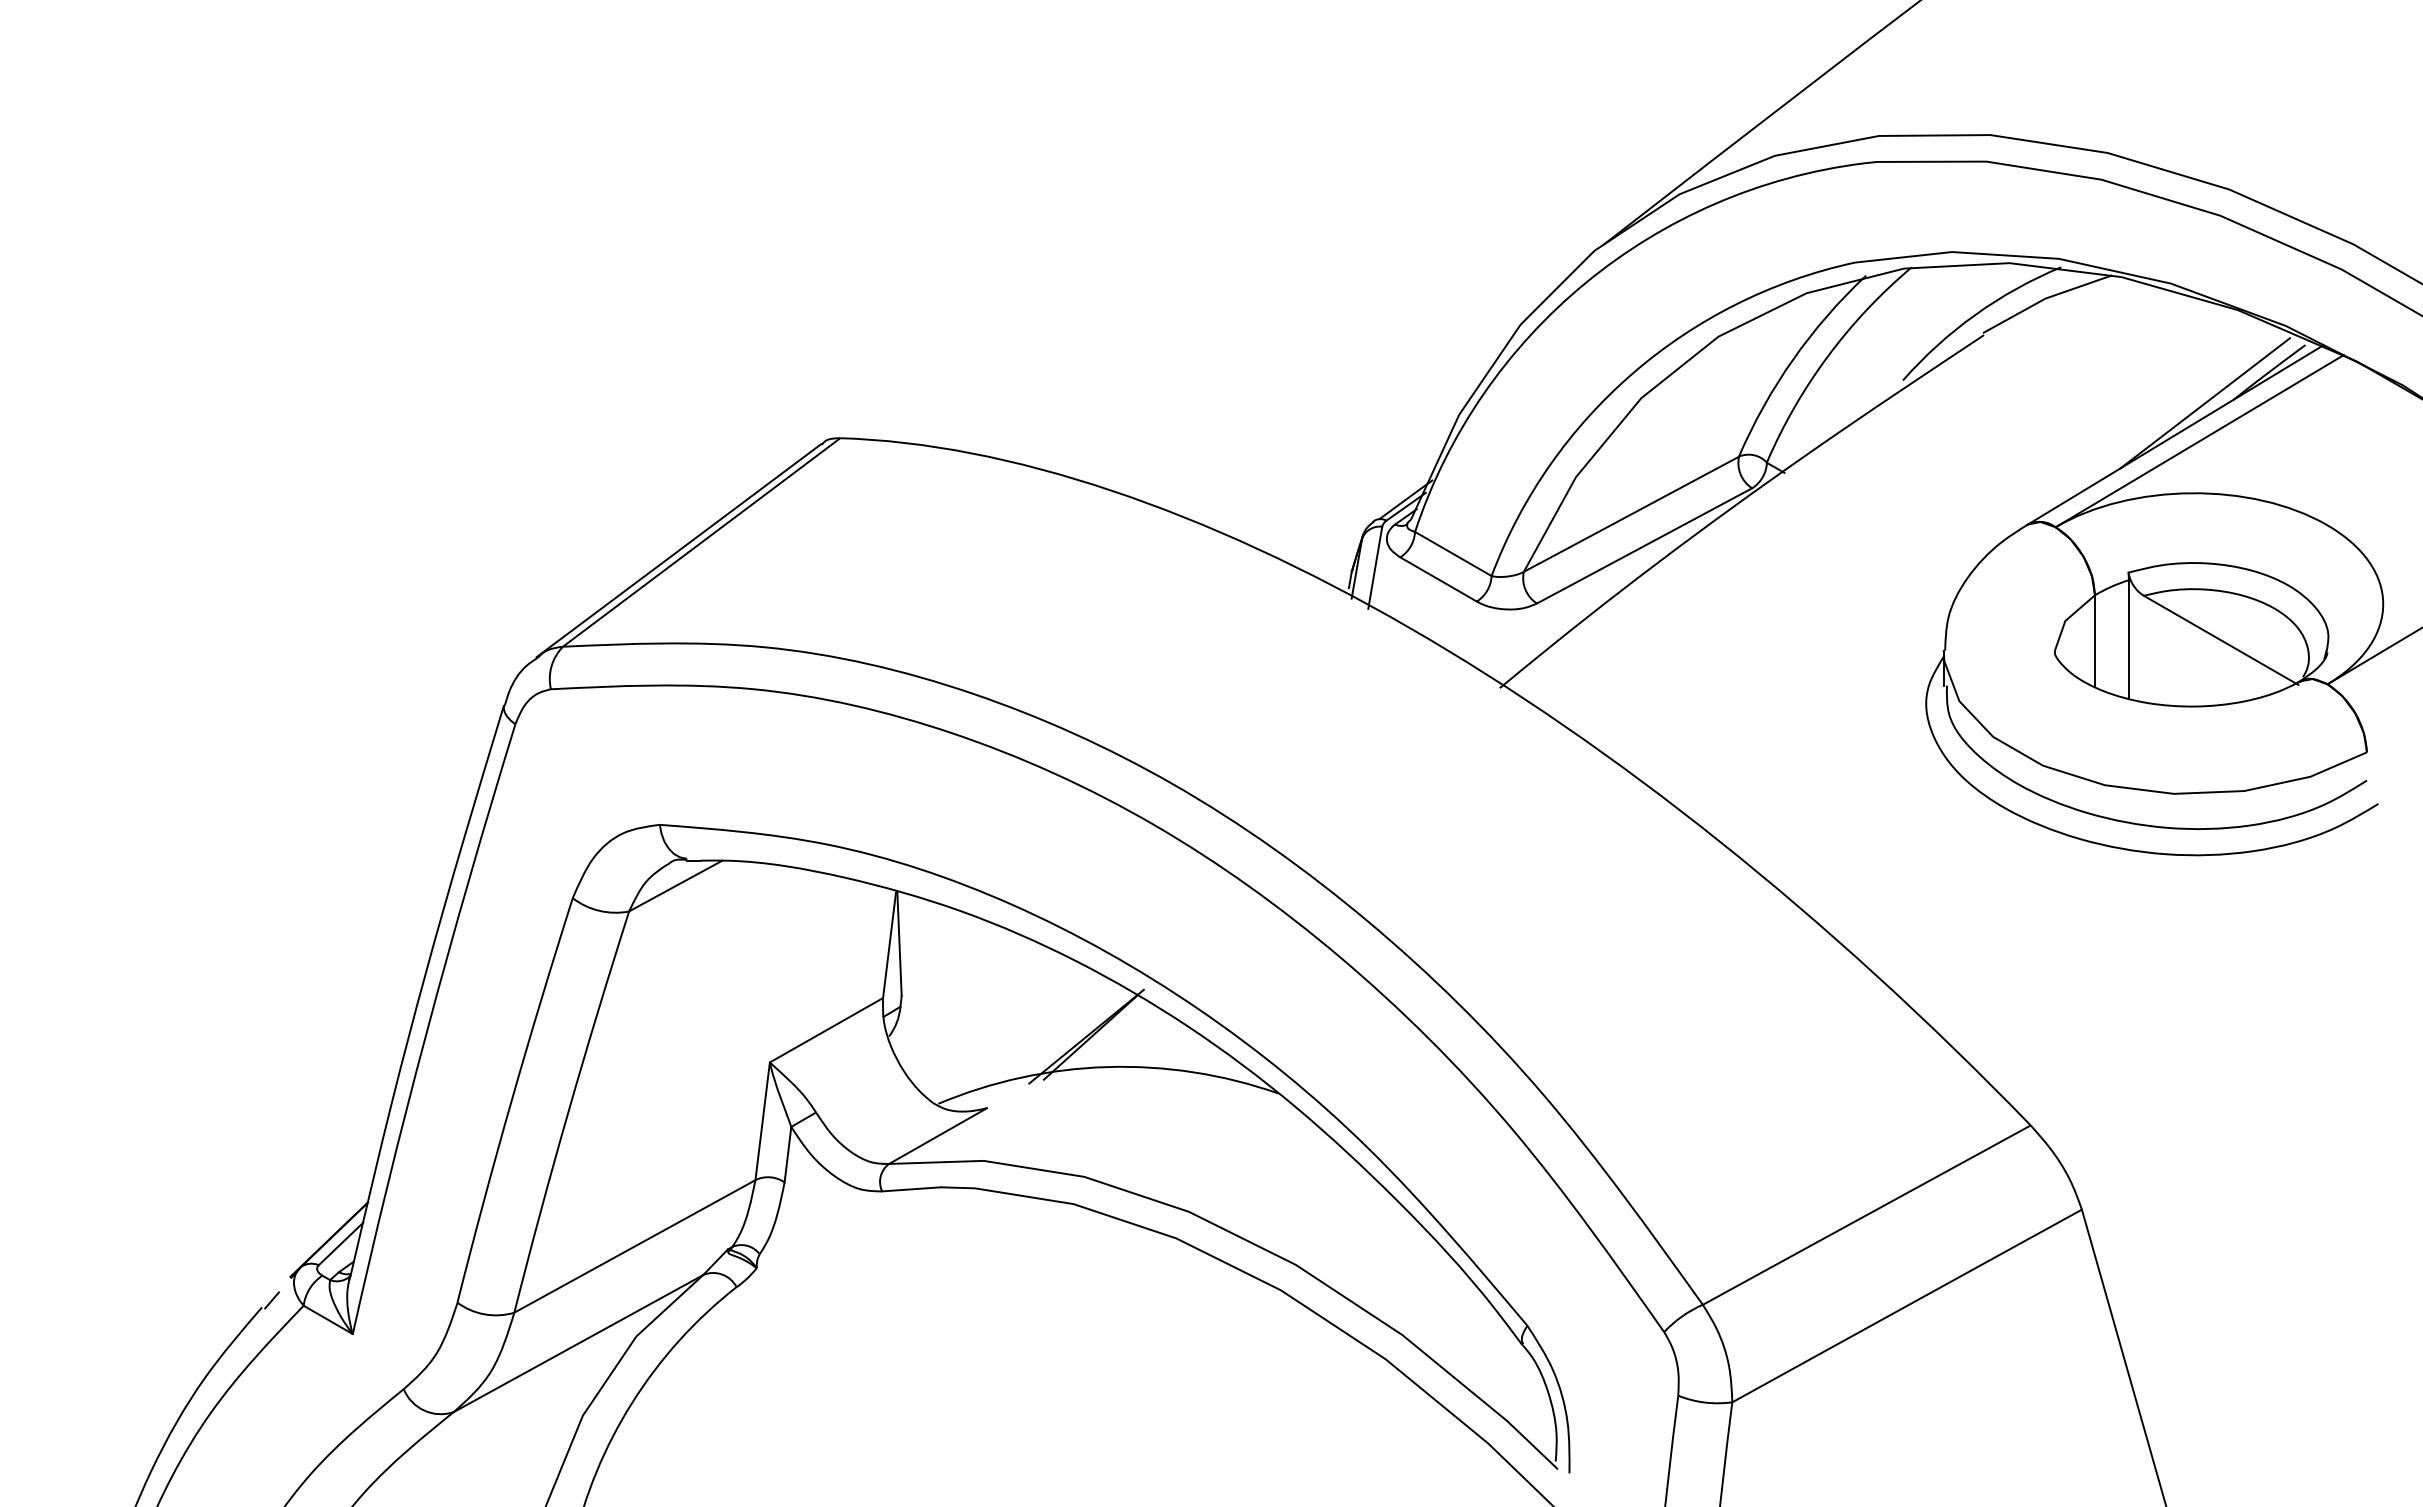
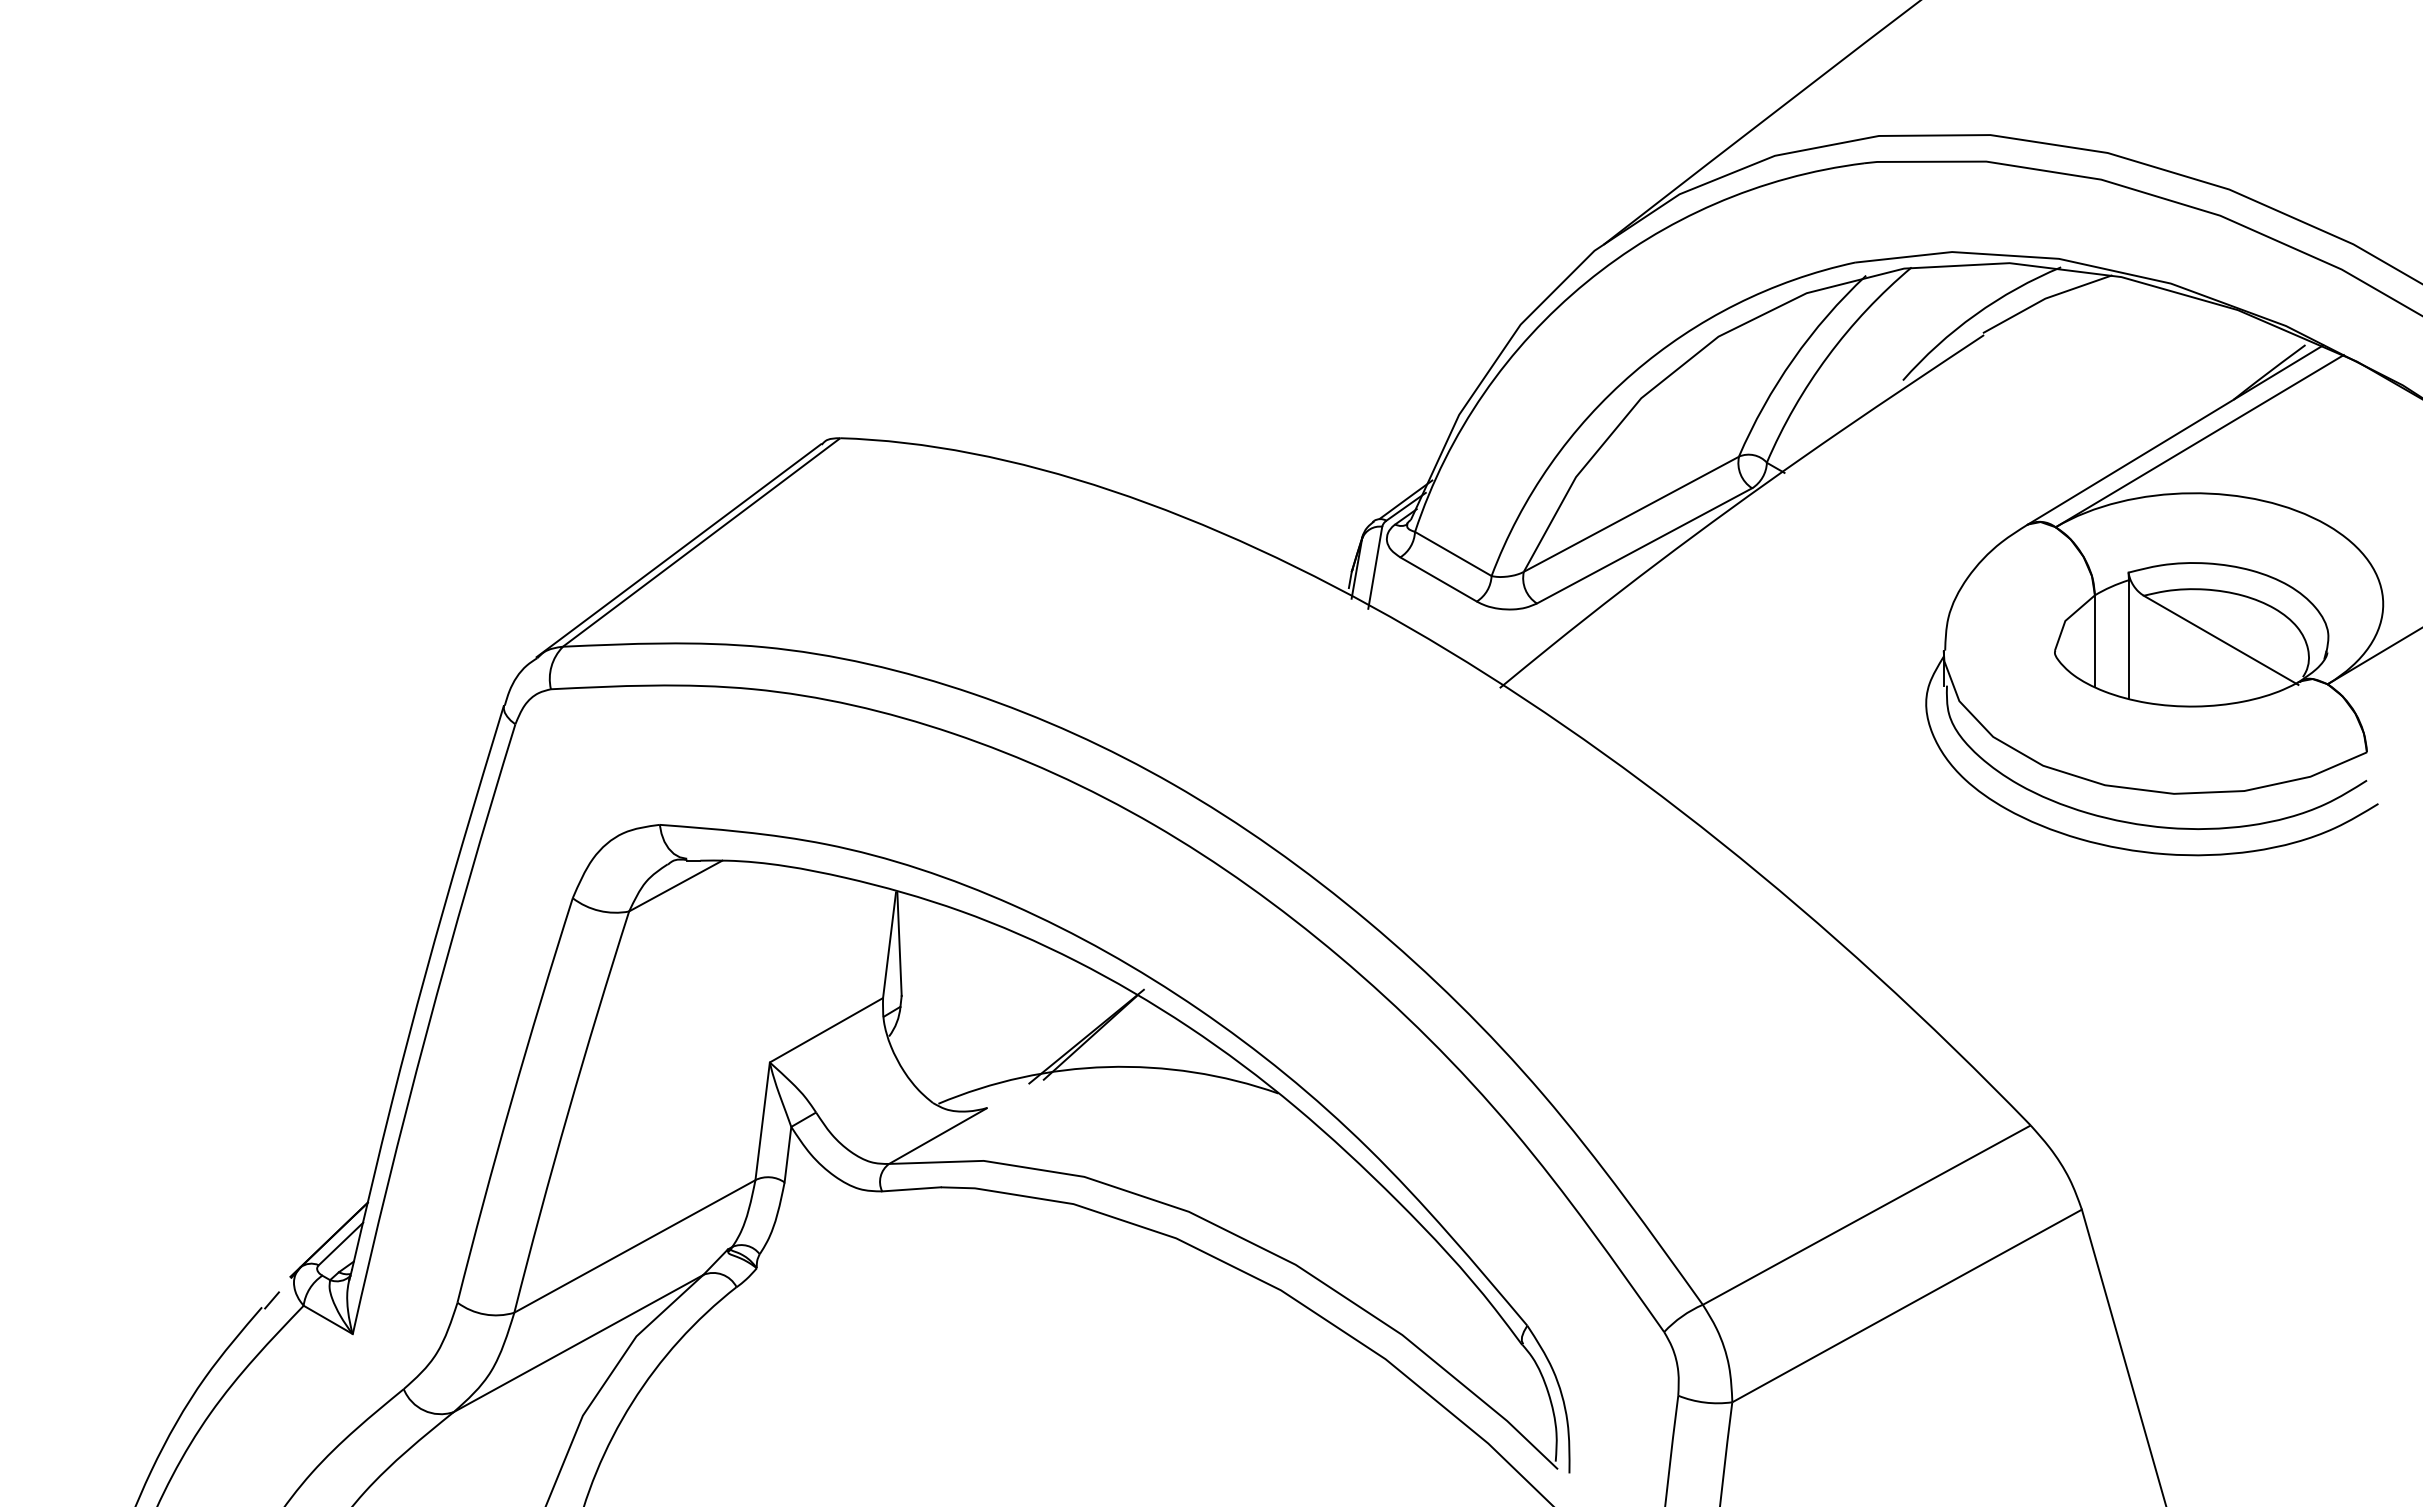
line at (2204, 403): present -> none
